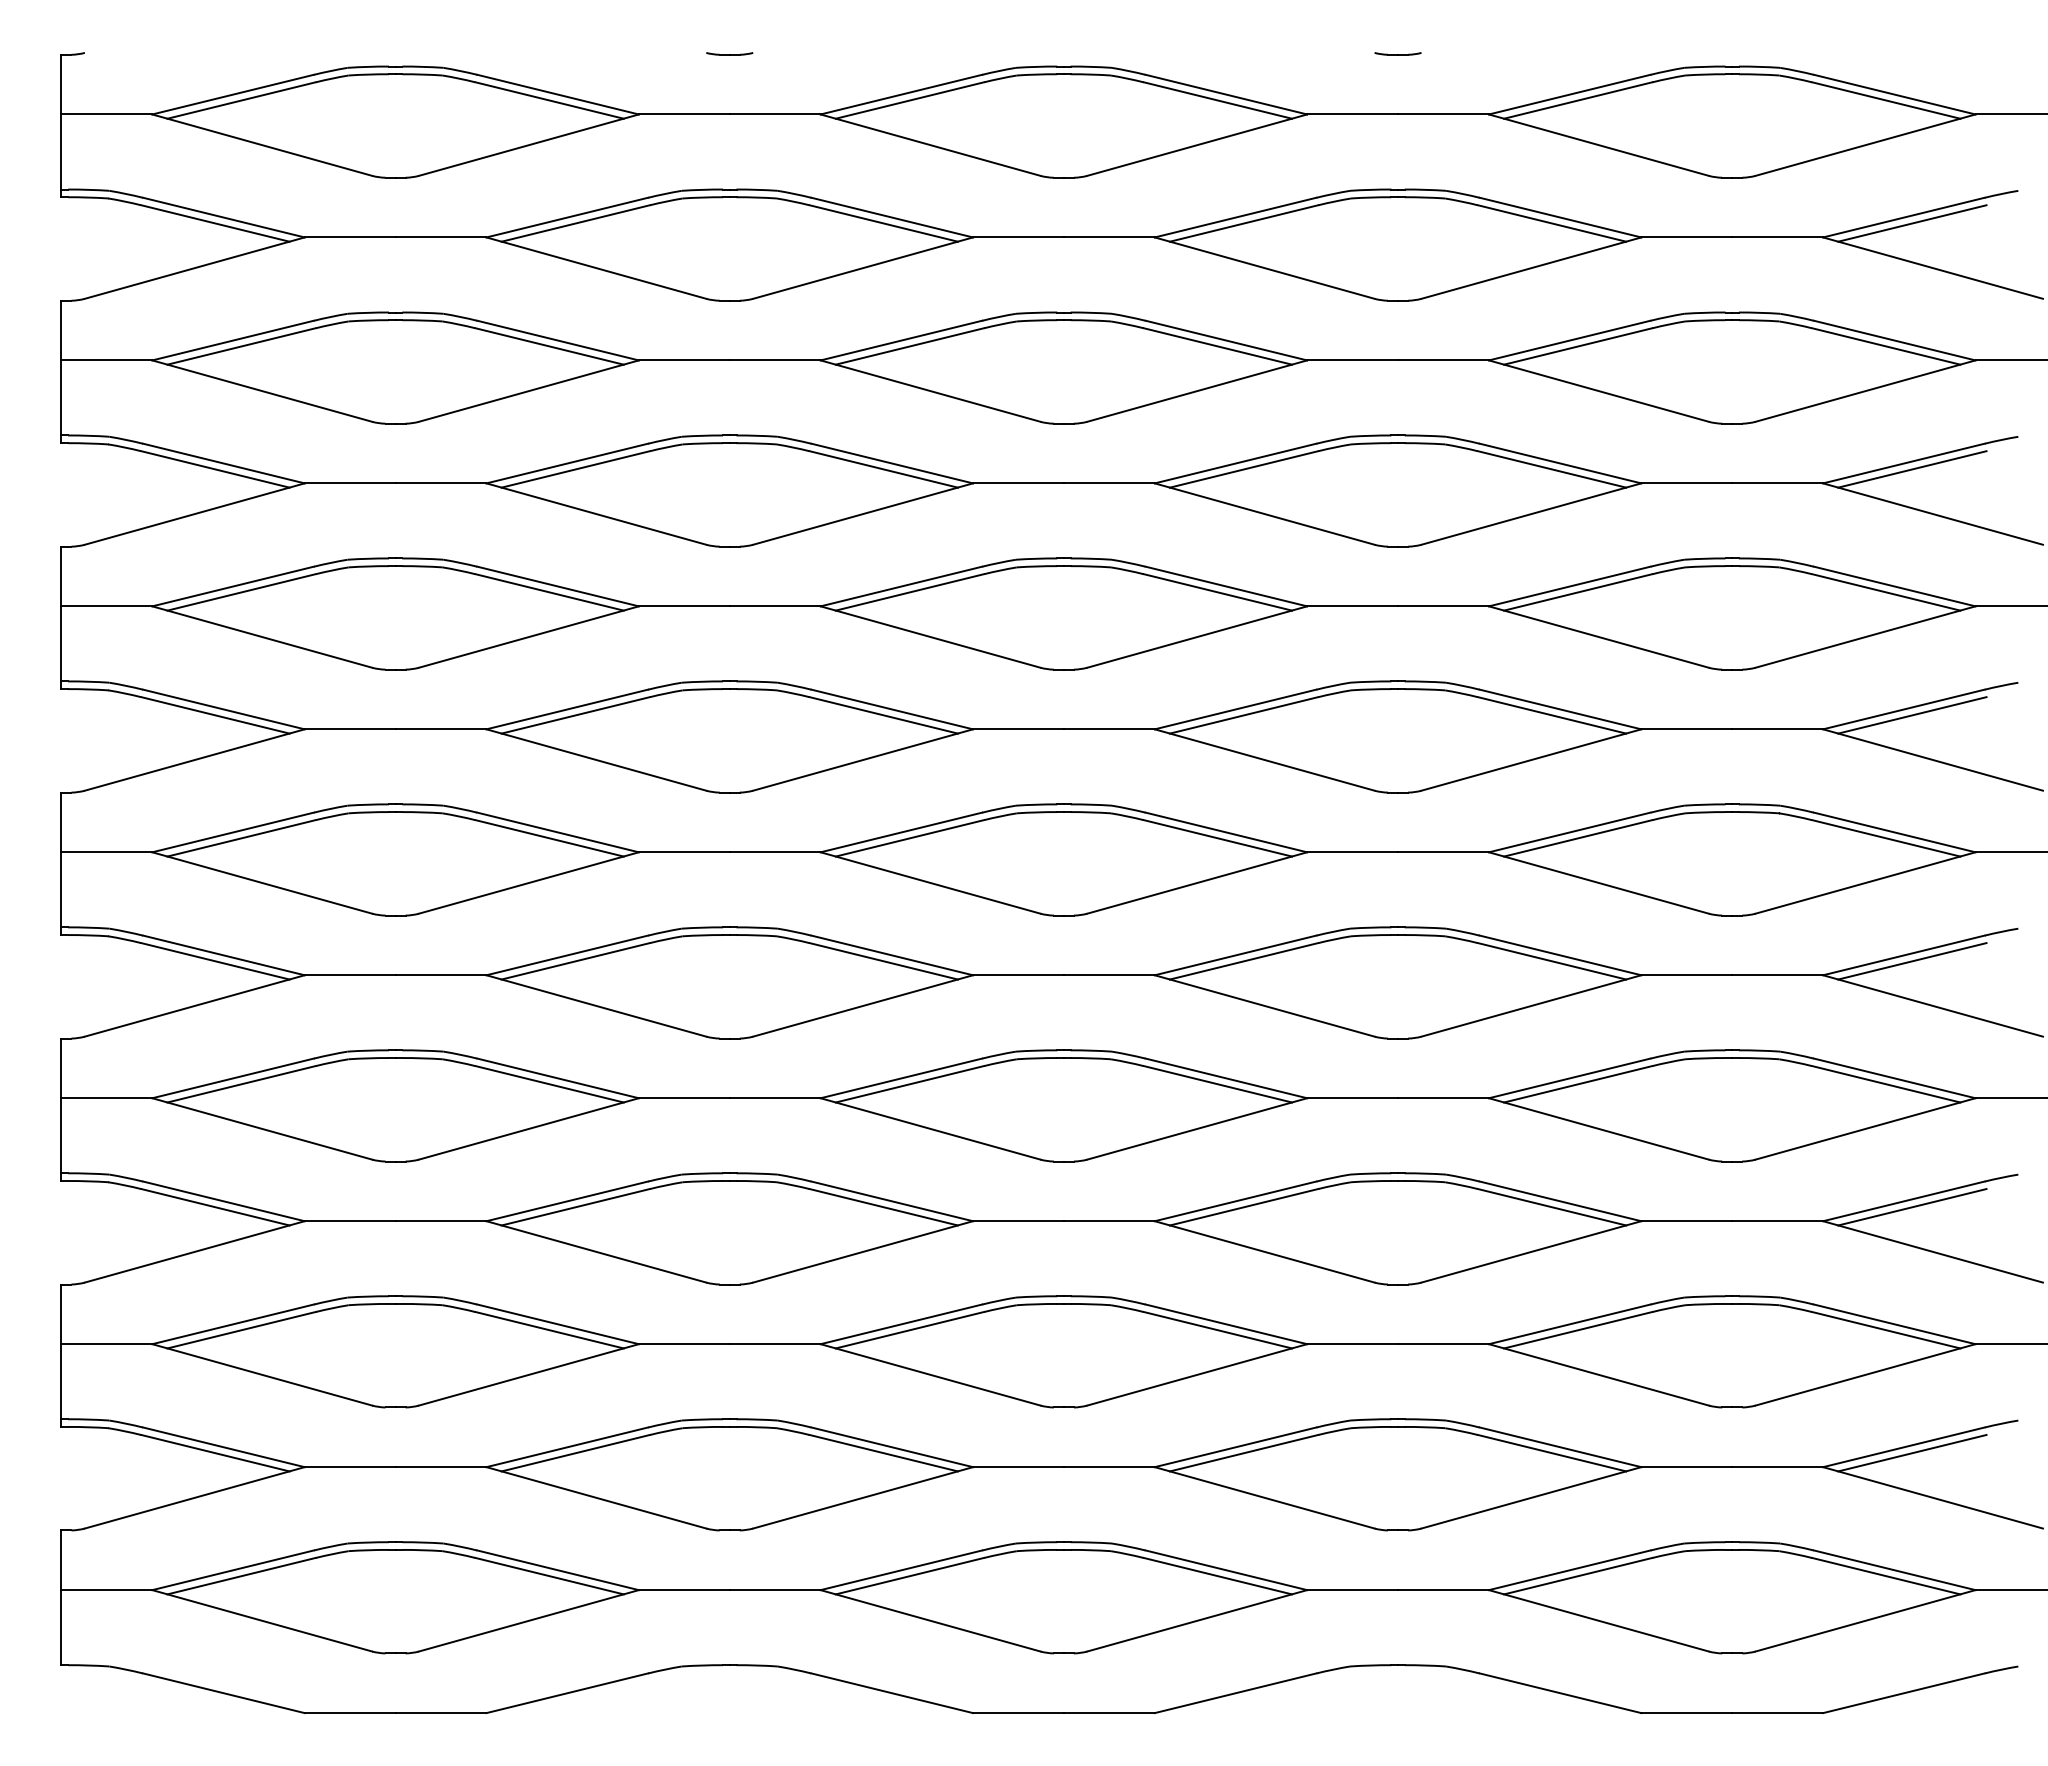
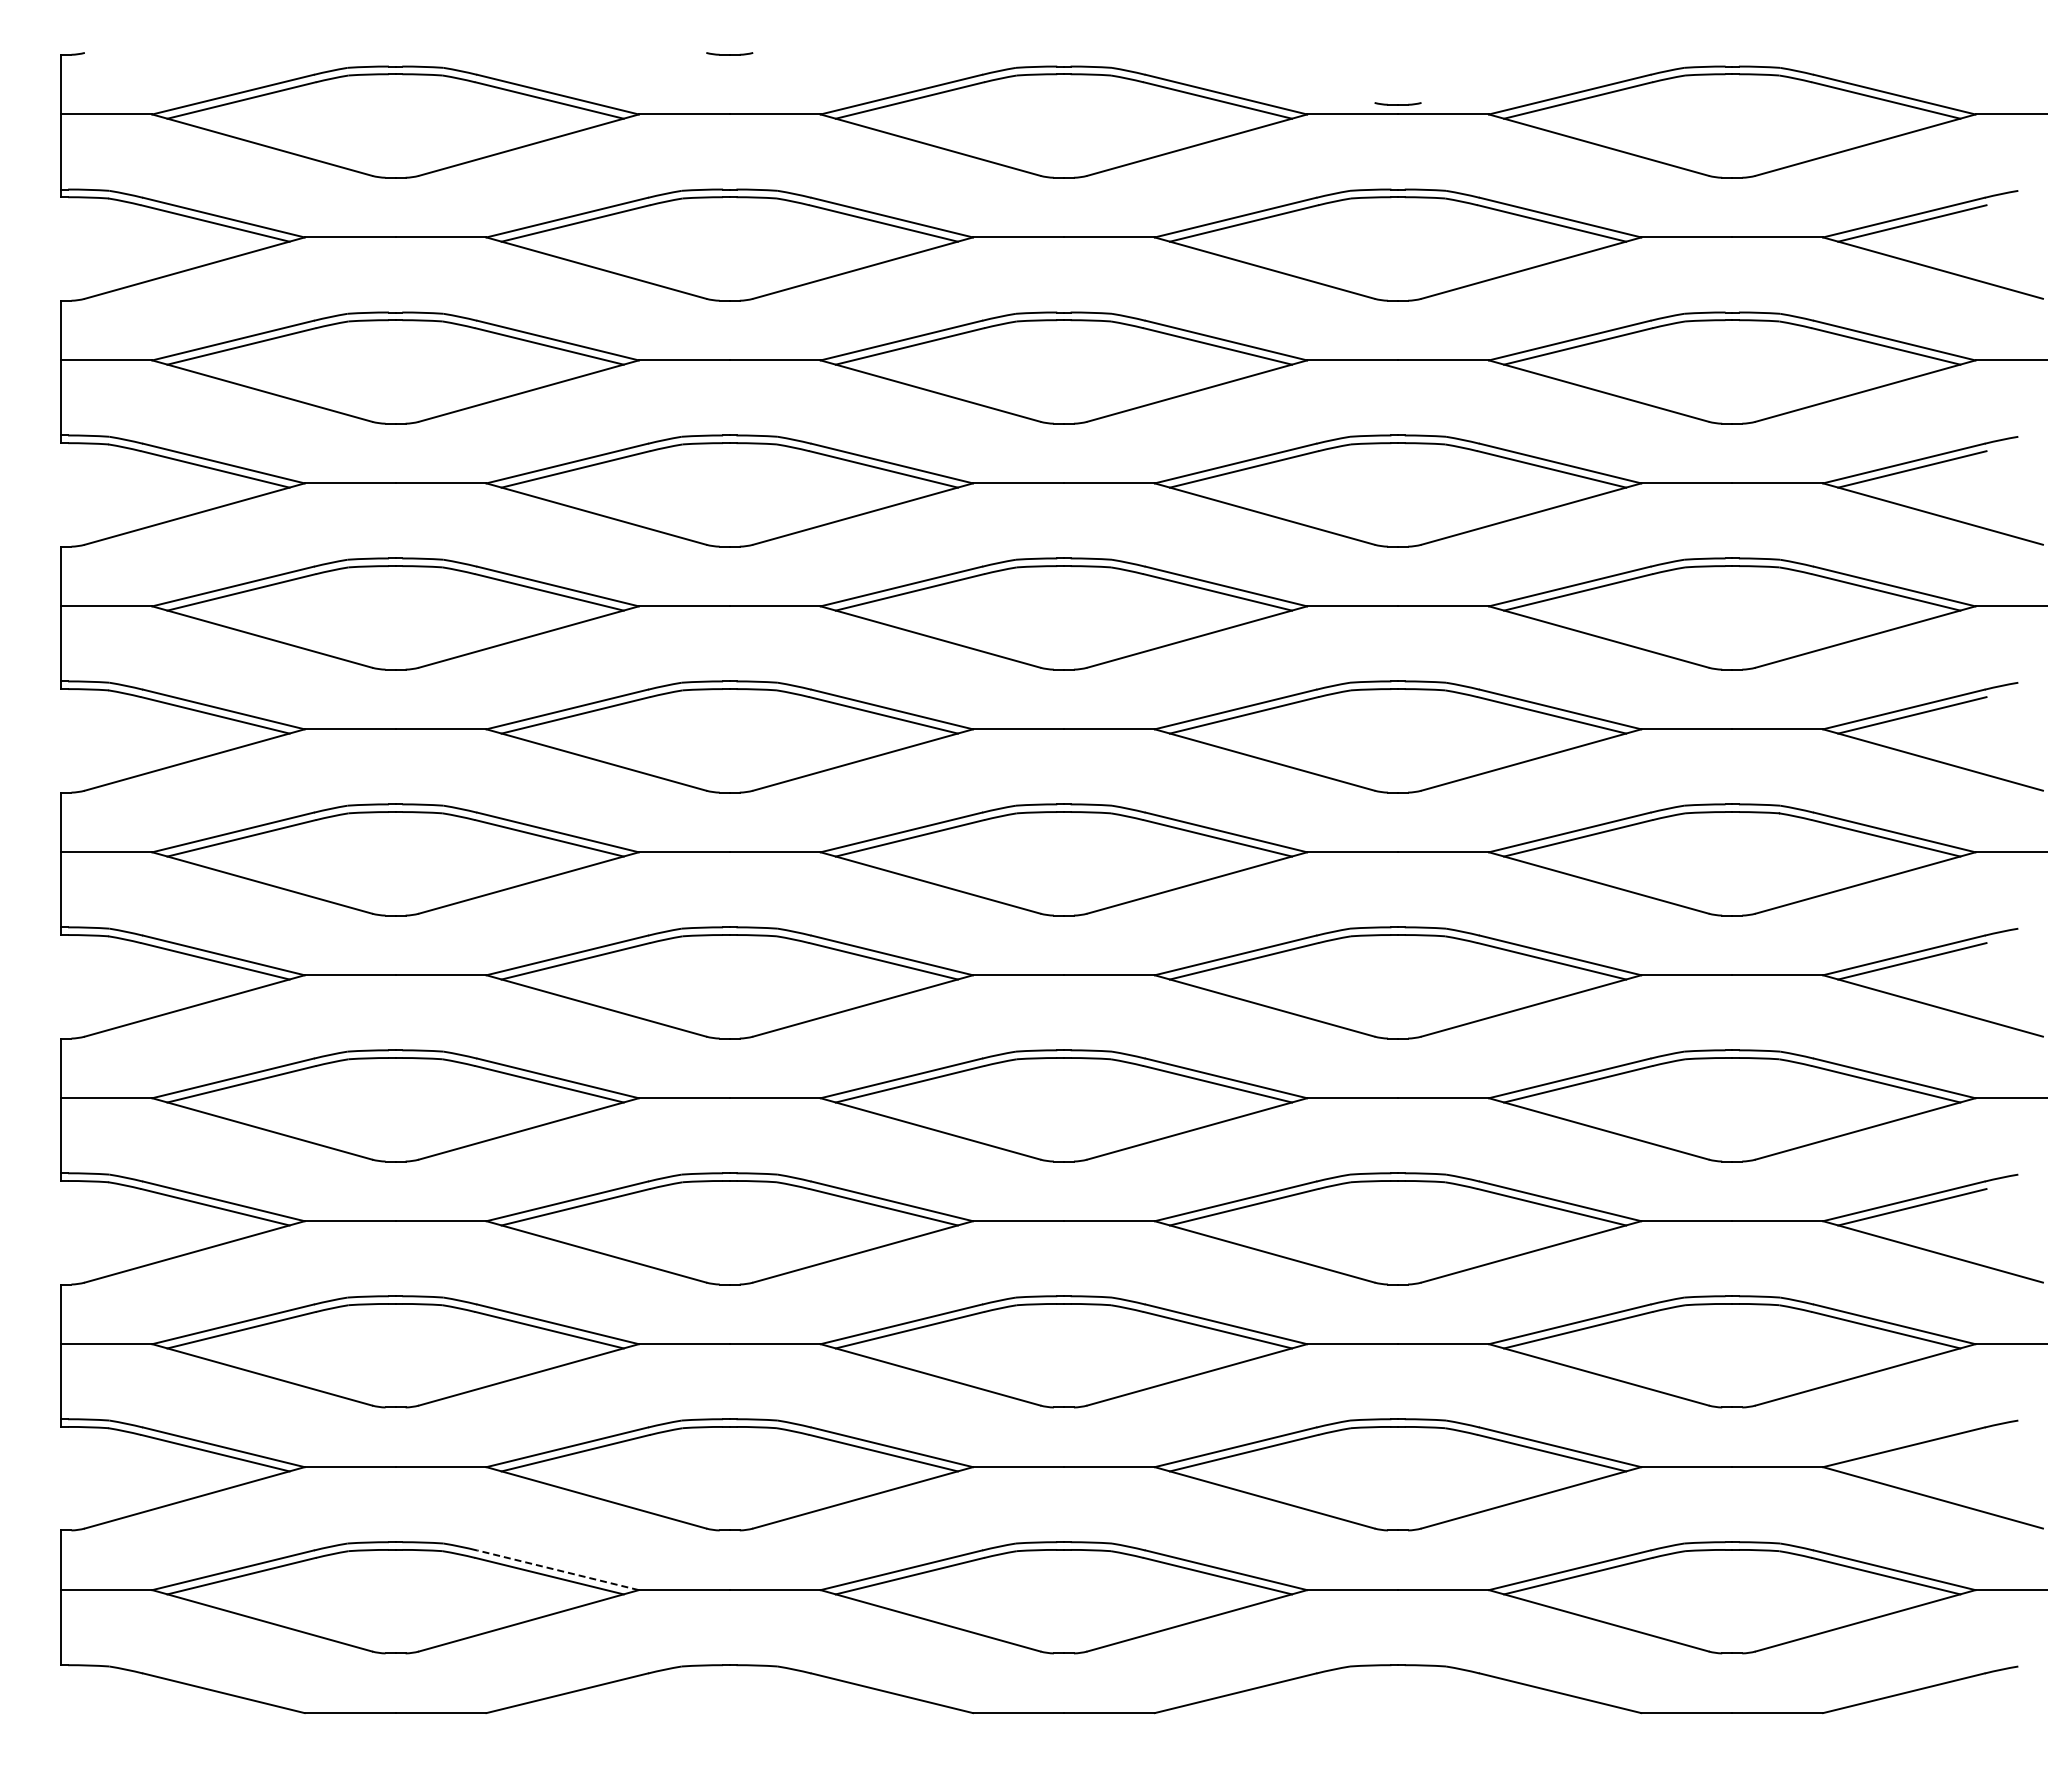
line at (1397, 54) position: (1397, 54) -> (1397, 104)
line at (1912, 1452): present -> none
line at (557, 1570): solid -> dashed
